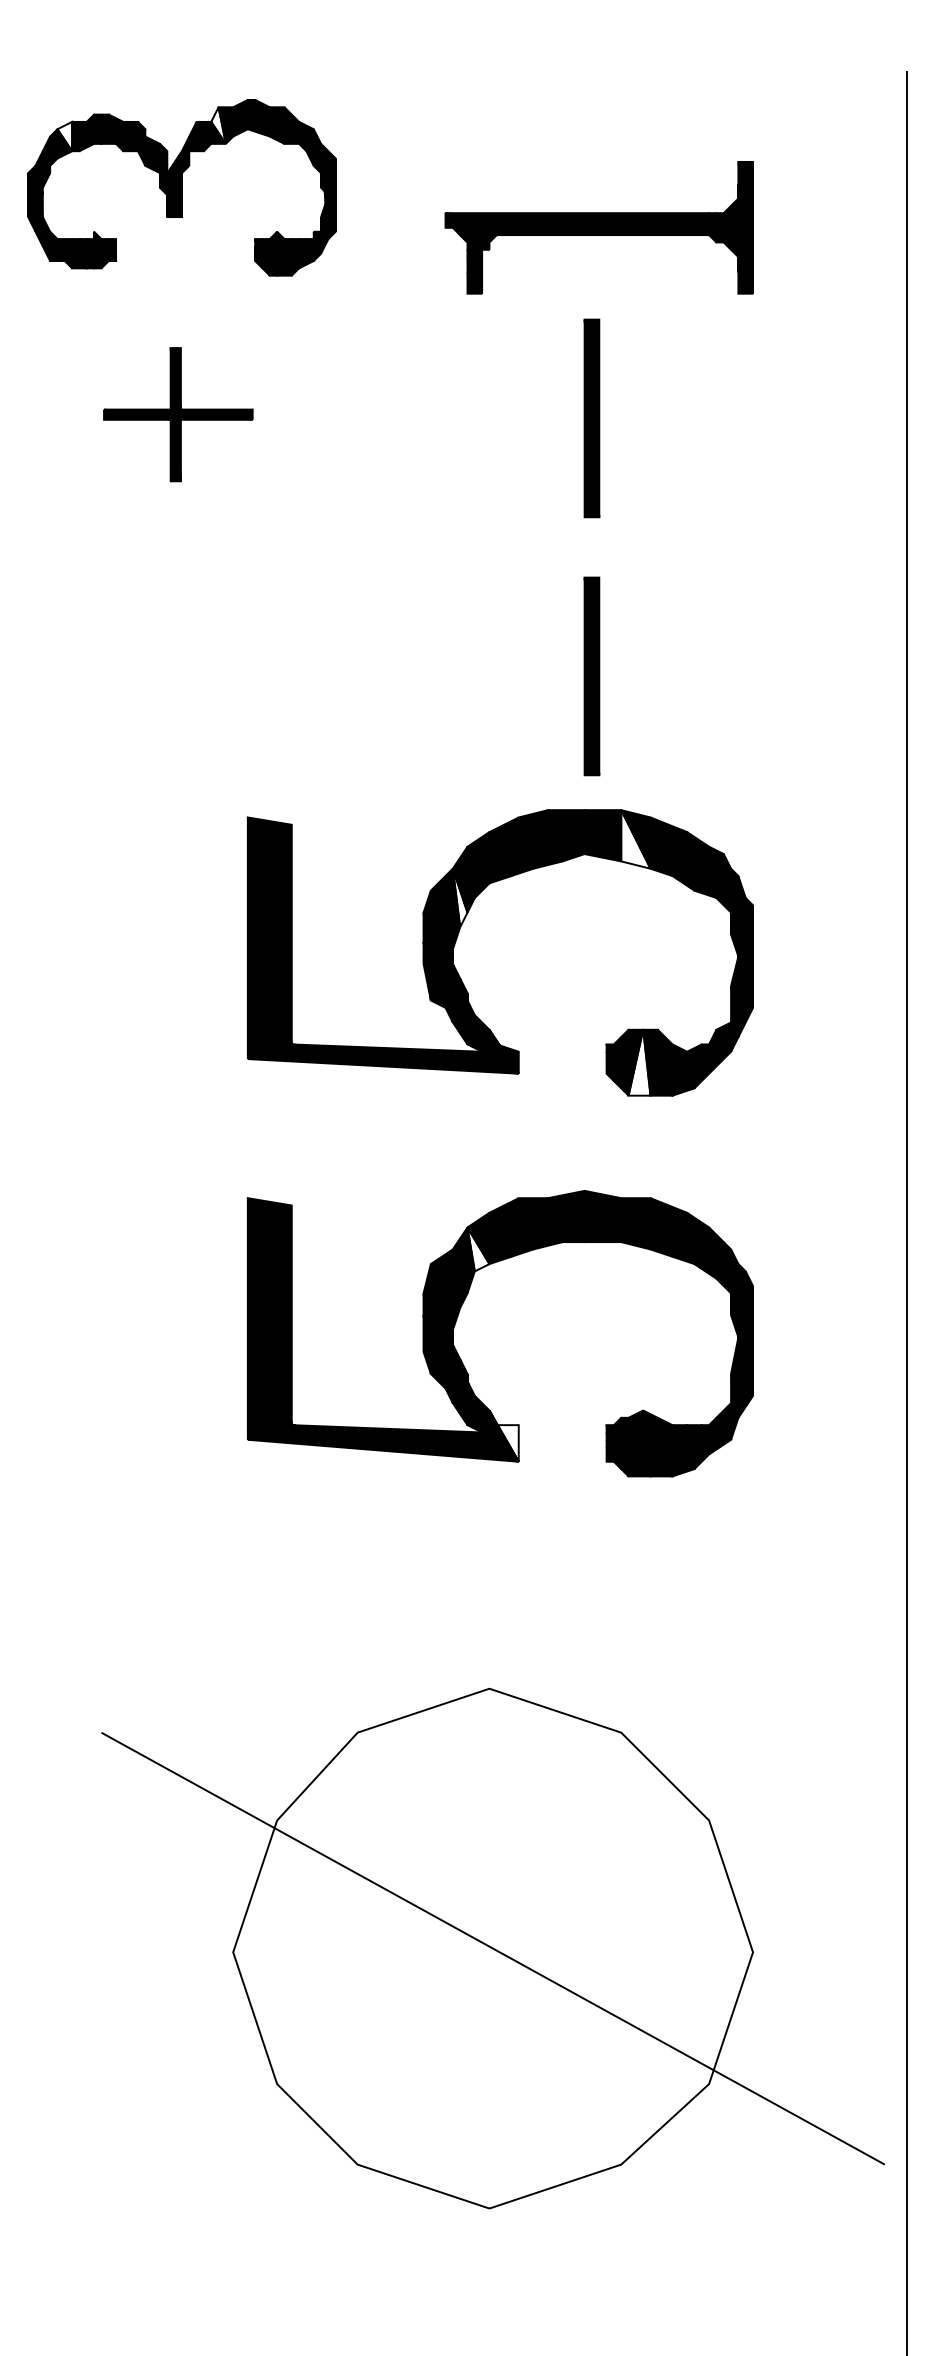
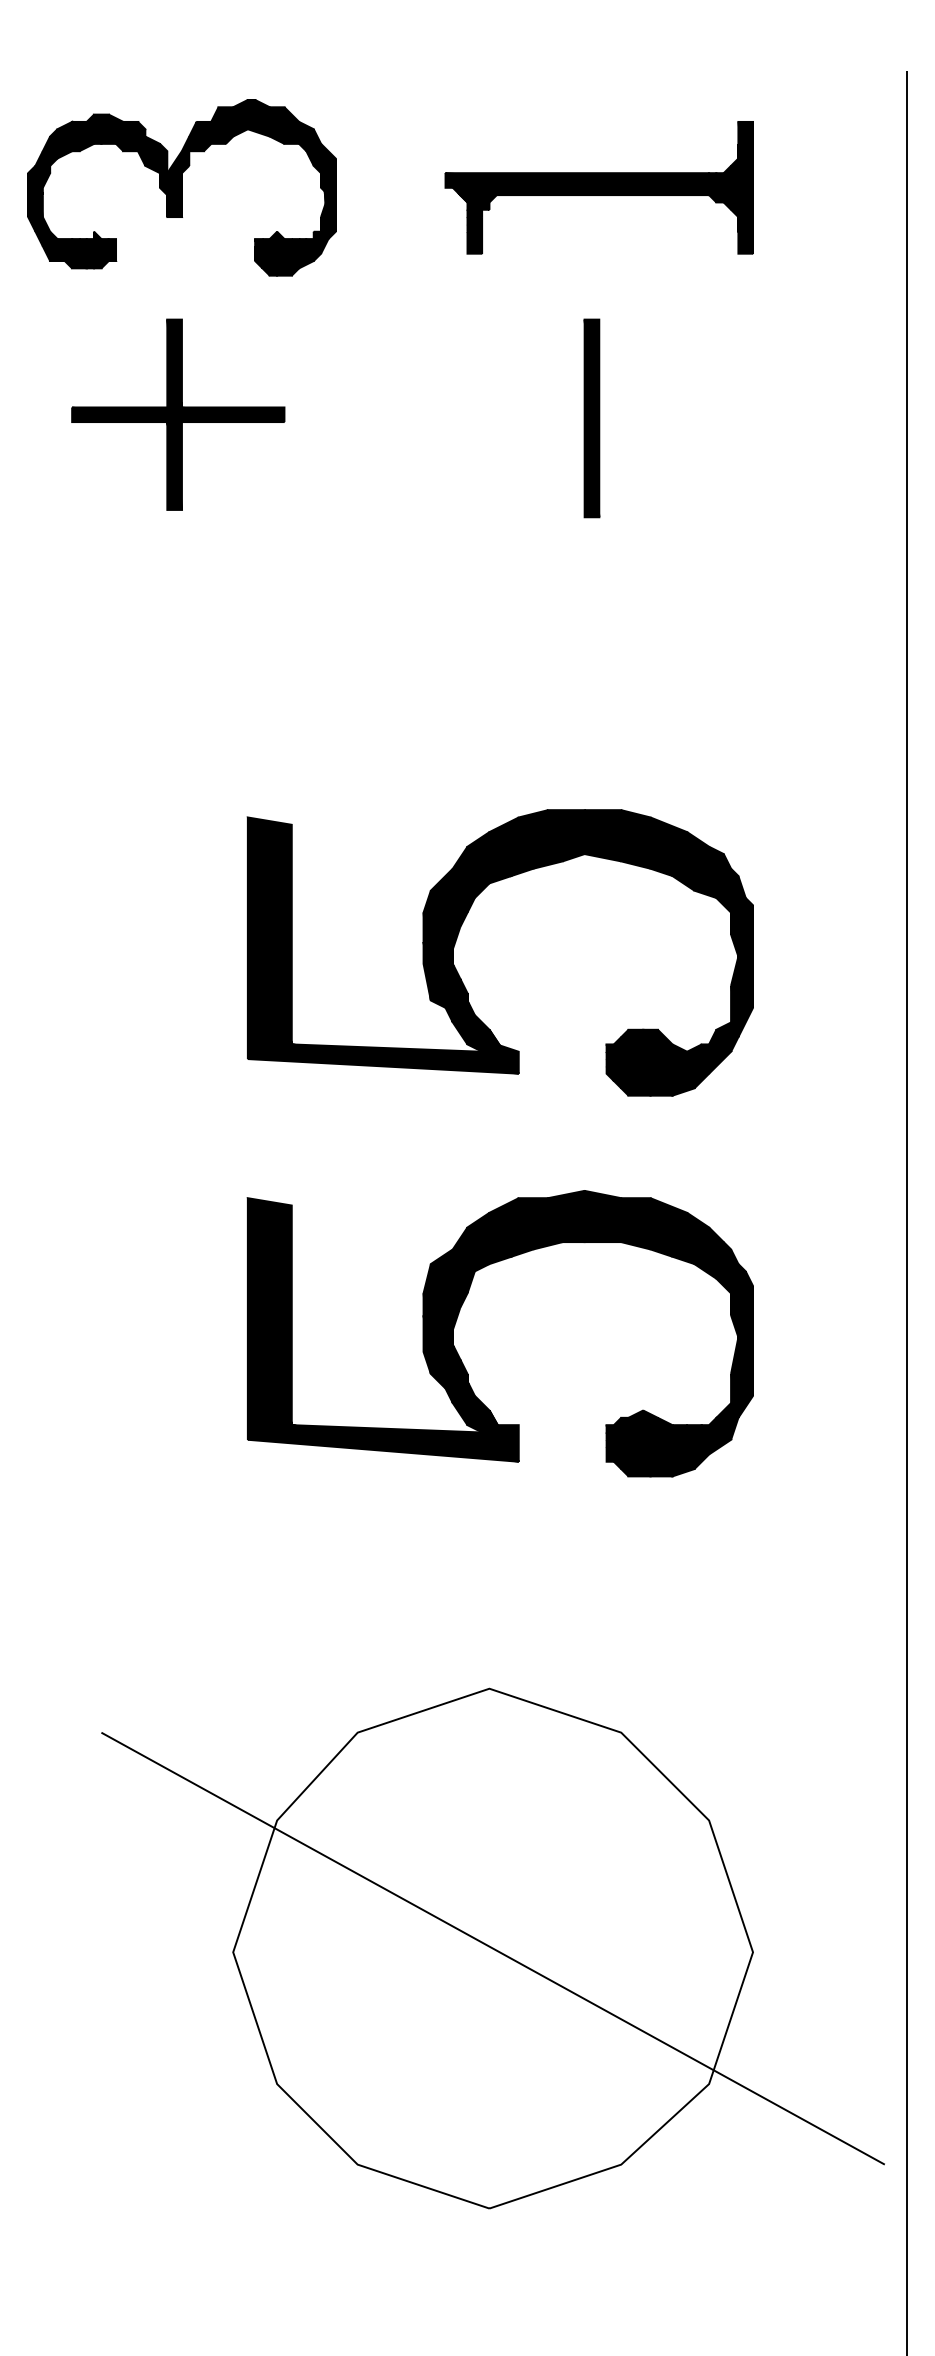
fill at (218, 125): none -> present
fill at (64, 136): none -> present
part at (598, 227) position: (598, 227) -> (598, 187)
part at (178, 414) size: 151x136 px -> 215x193 px
part at (591, 676): present -> none
fill at (635, 839): none -> present
fill at (459, 897): none -> present
fill at (639, 1062): none -> present
fill at (478, 1249): none -> present
fill at (507, 1443): none -> present
